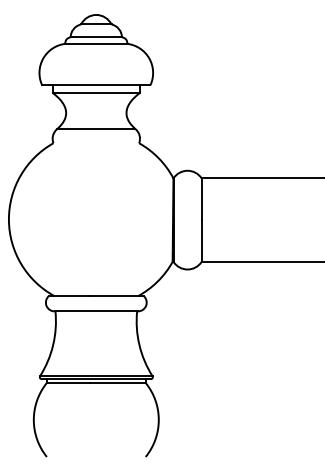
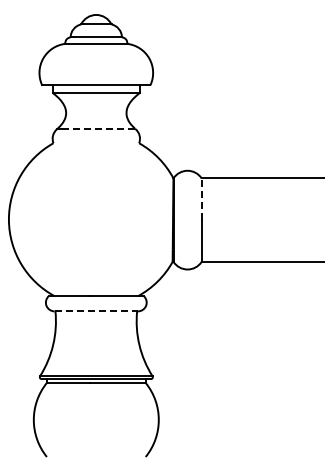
line at (99, 128): solid -> dashed
line at (201, 199): solid -> dashed
line at (96, 311): solid -> dashed
